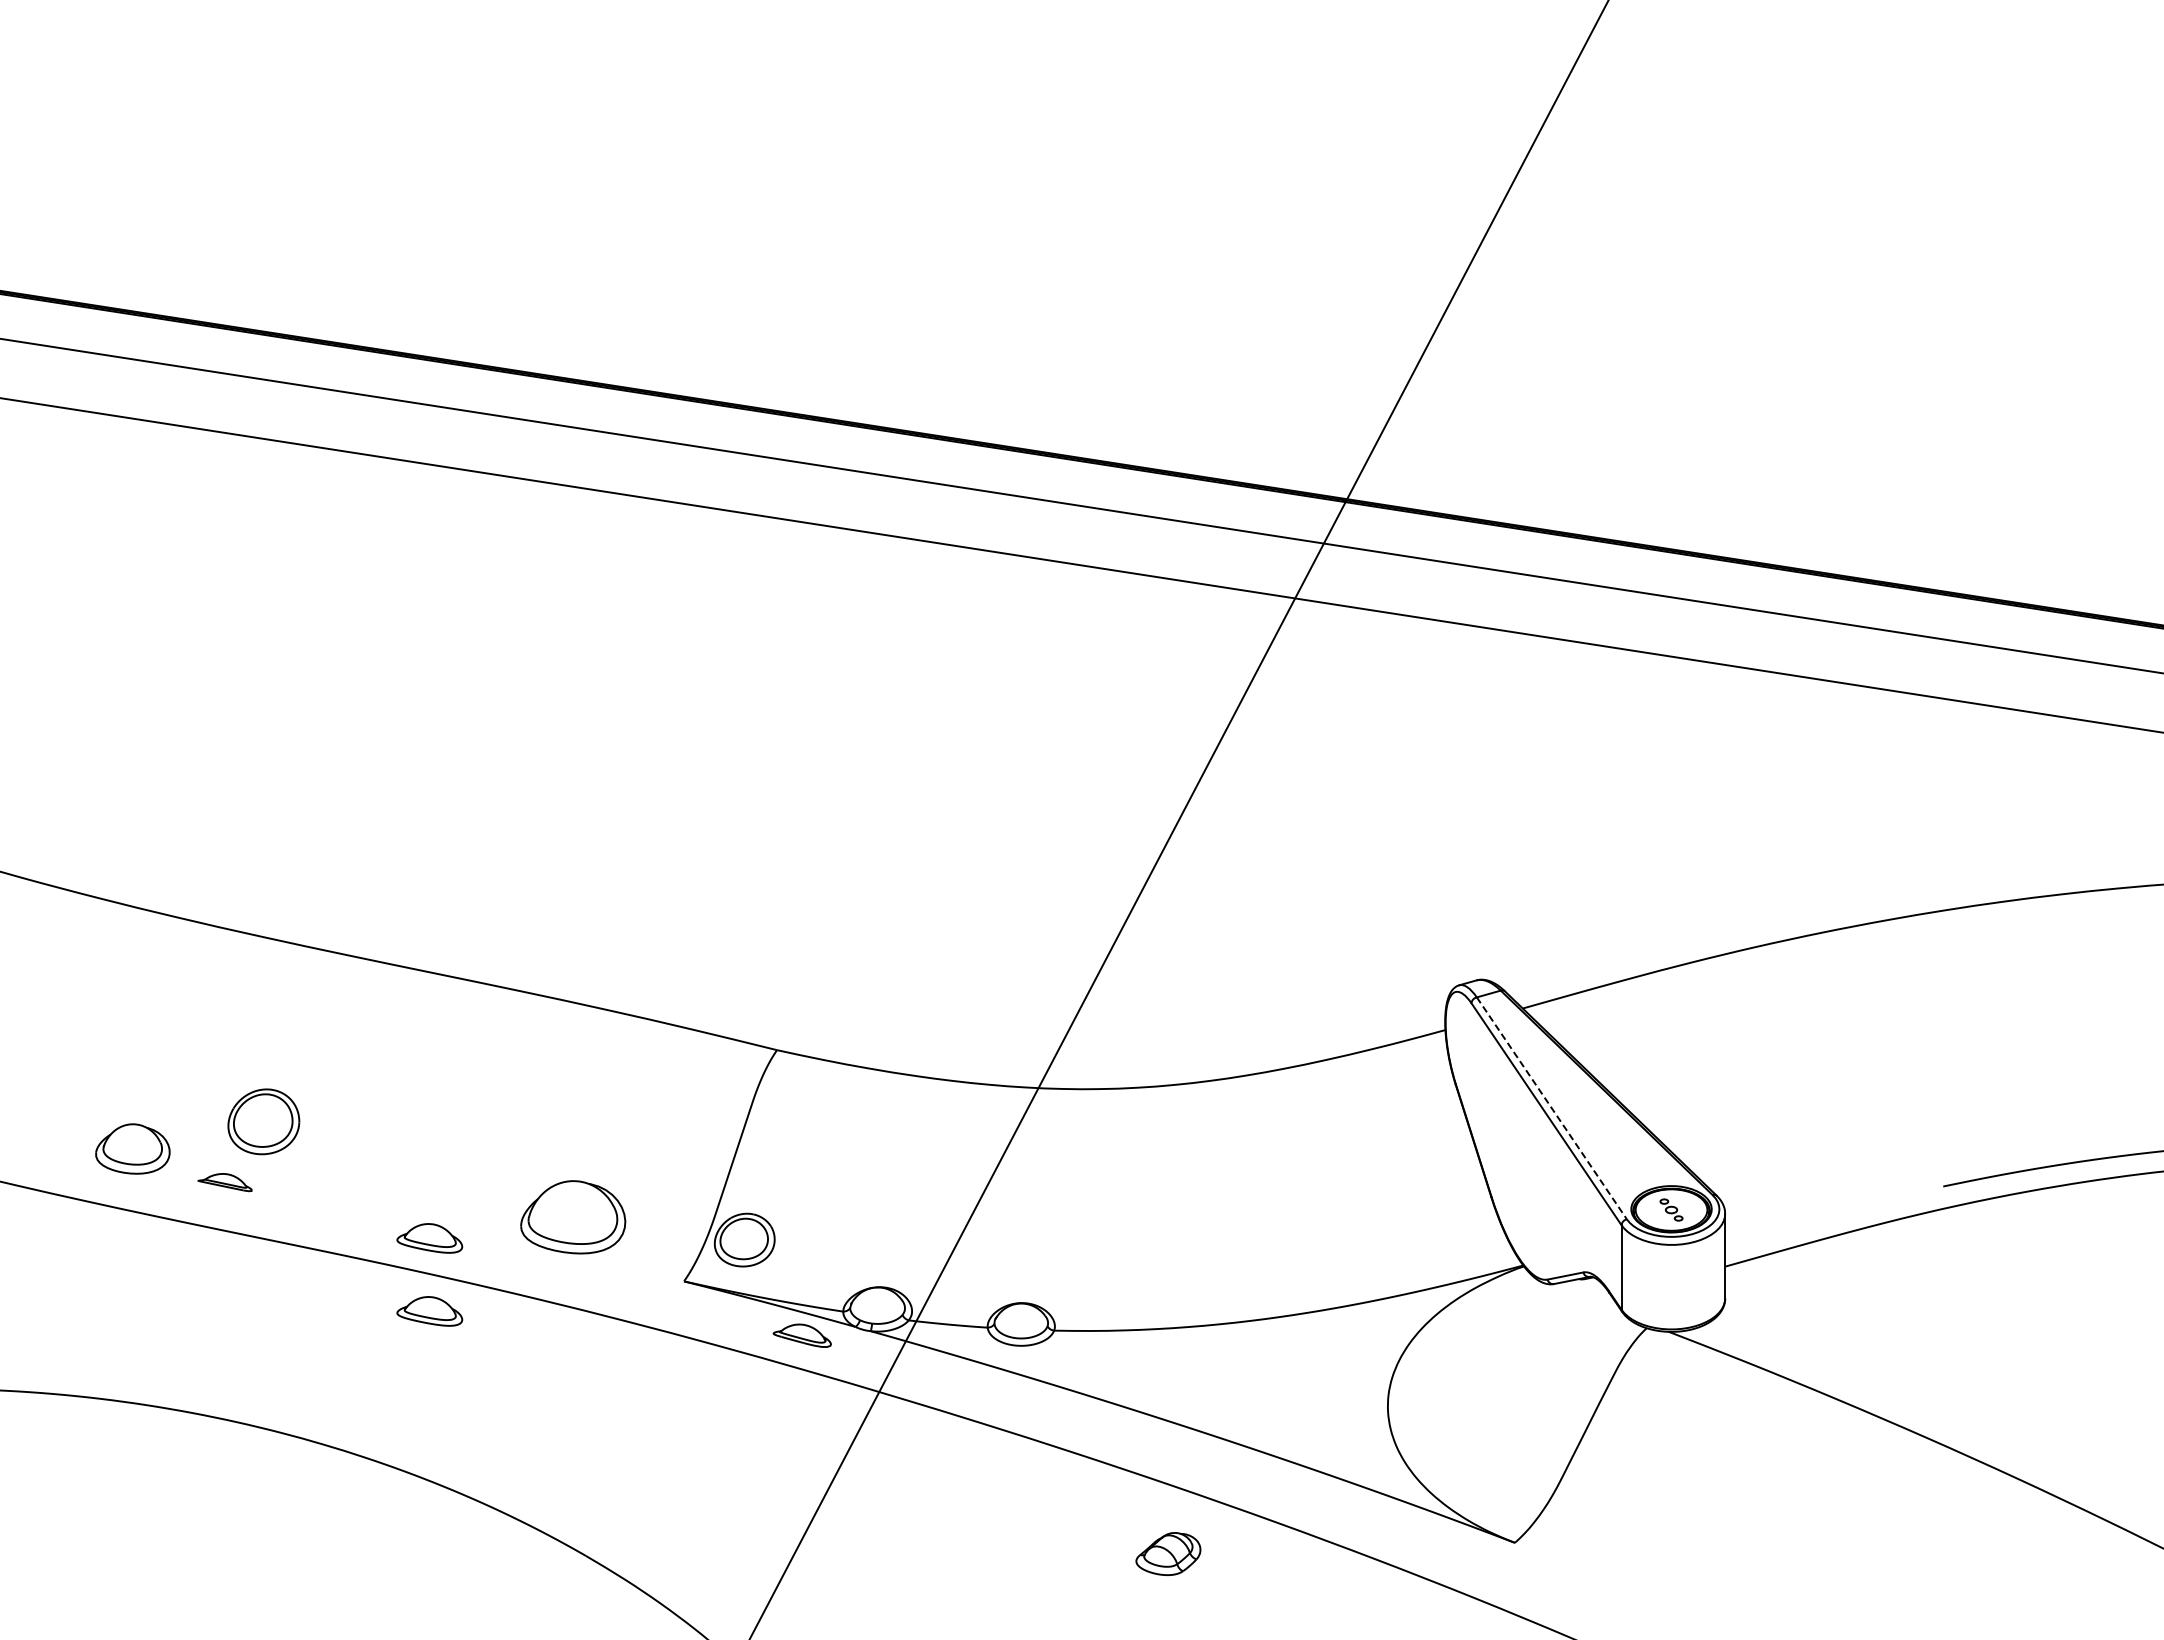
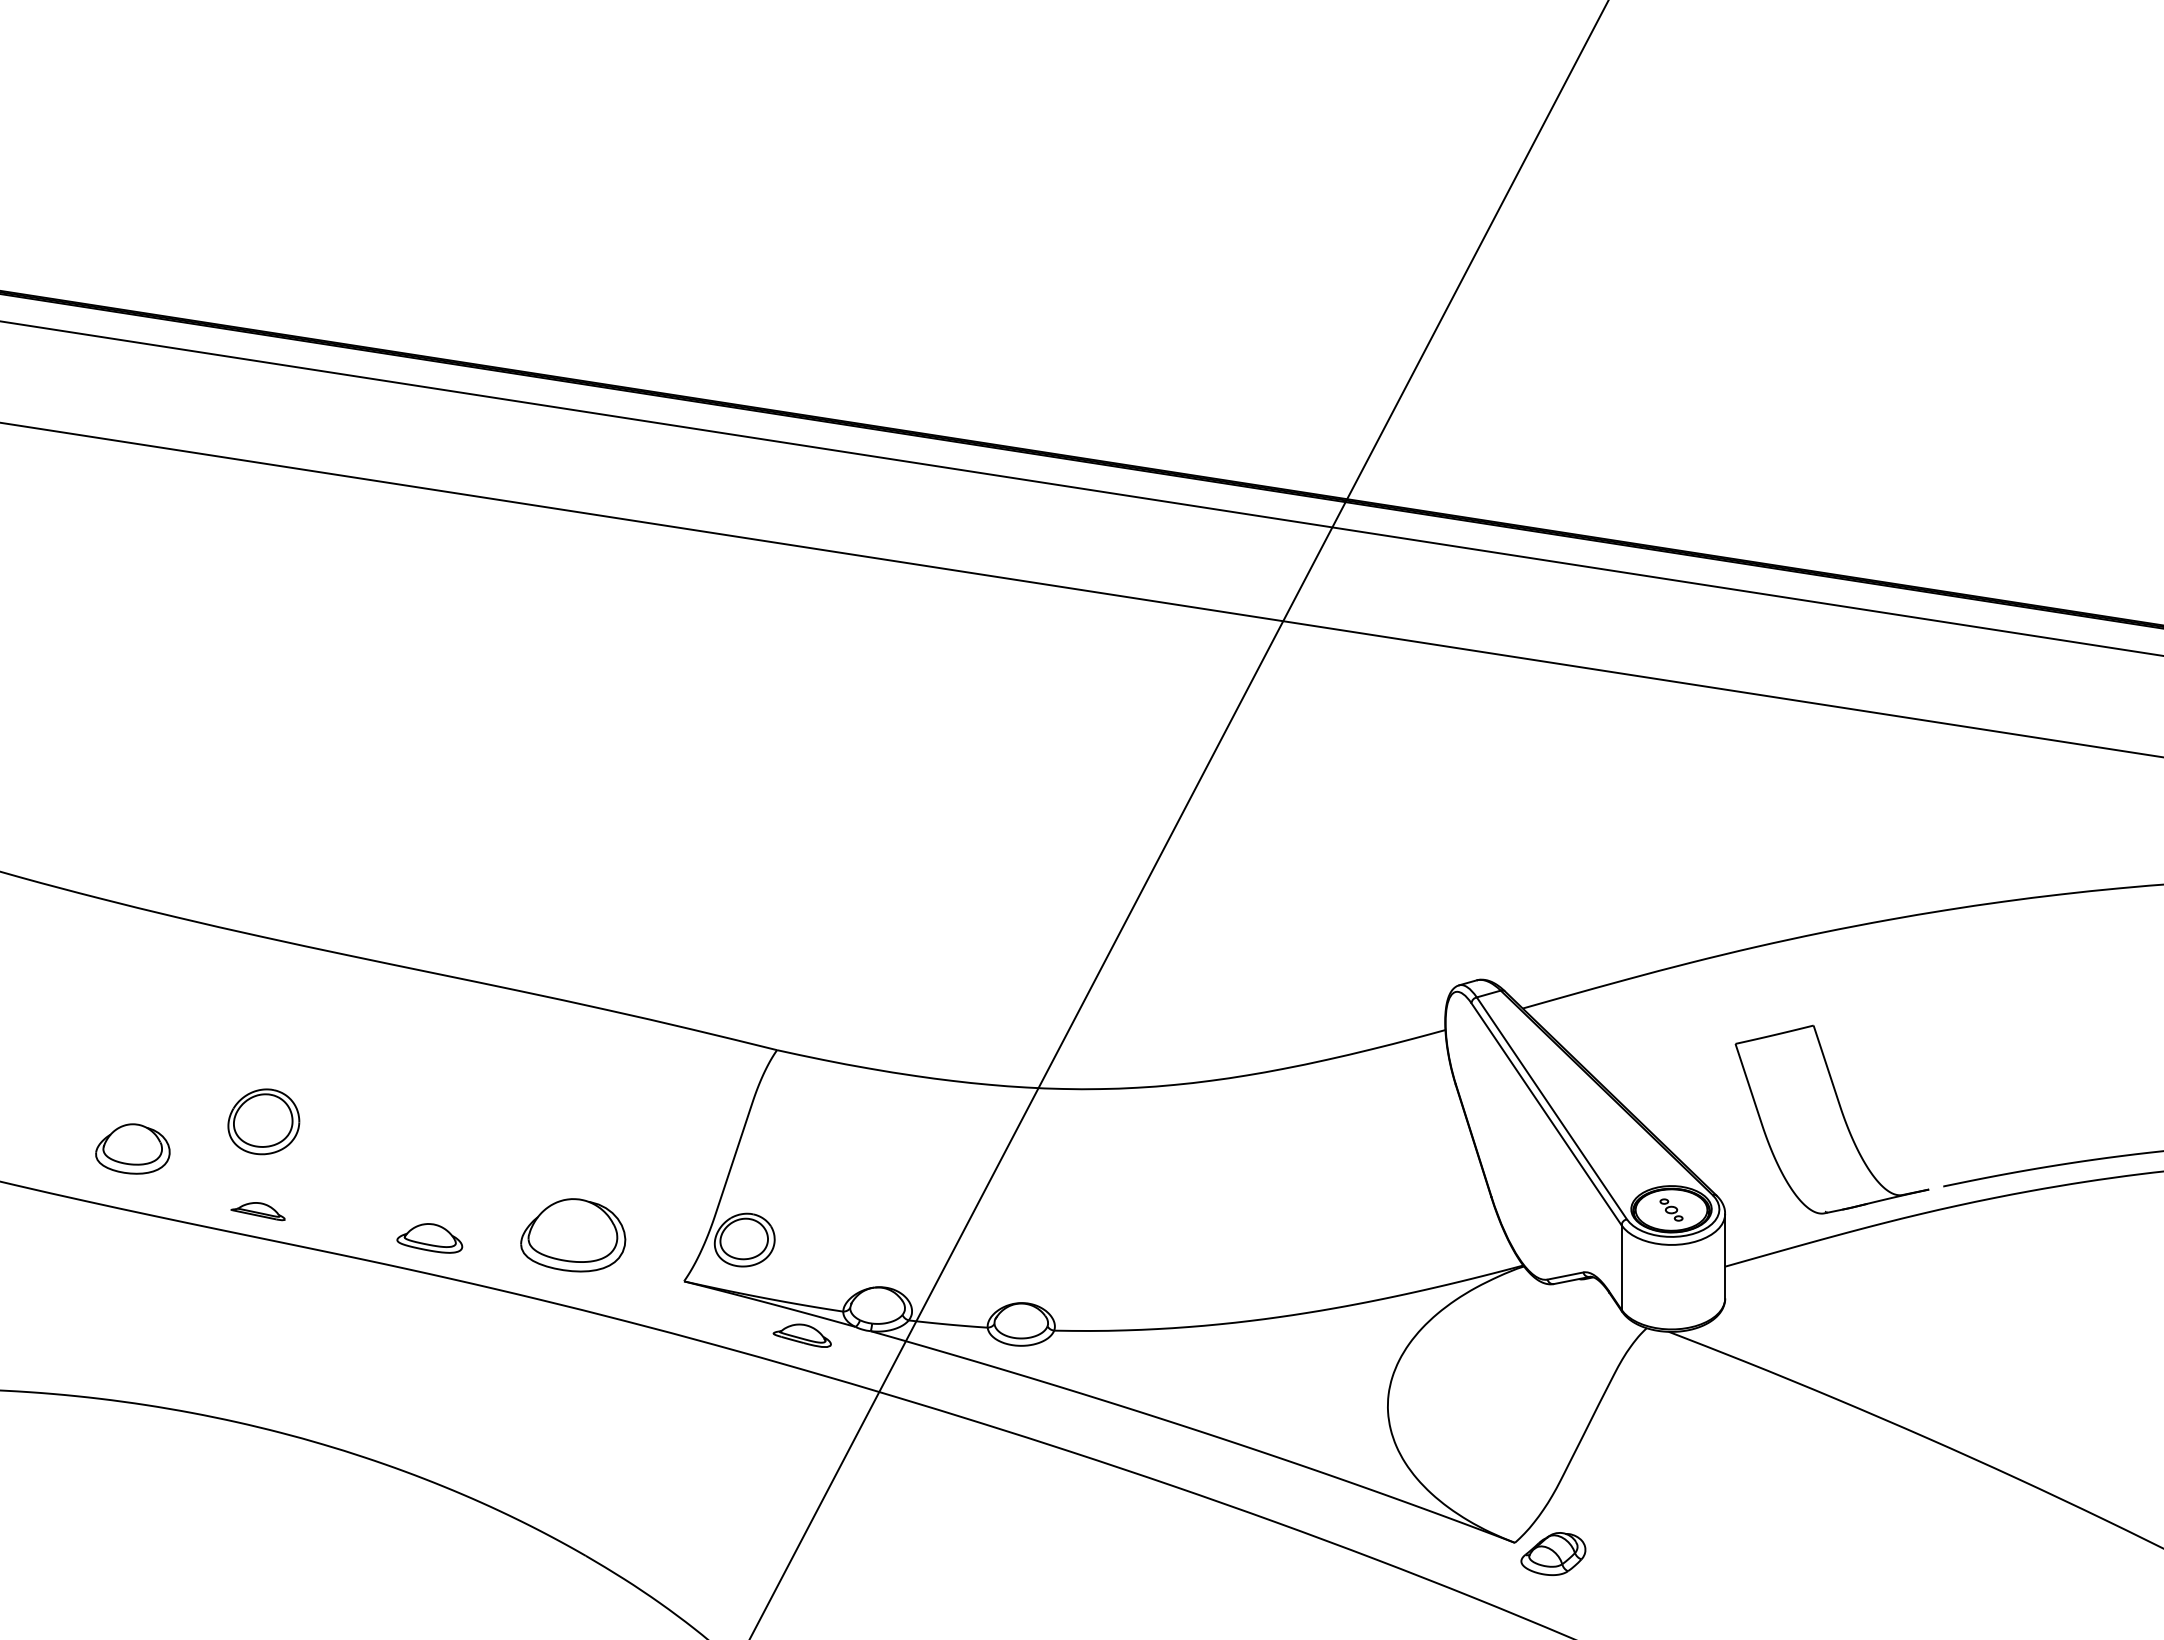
line at (1081, 505) position: (1081, 505) -> (1081, 488)
line at (1081, 565) position: (1081, 565) -> (1081, 589)
line at (1551, 1108): dashed -> solid
part at (1831, 1119): none -> present
part at (224, 1182) position: (224, 1182) -> (257, 1211)
part at (573, 1217) position: (573, 1217) -> (573, 1235)
part at (429, 1311): present -> none
part at (1168, 1553) position: (1168, 1553) -> (1553, 1553)
